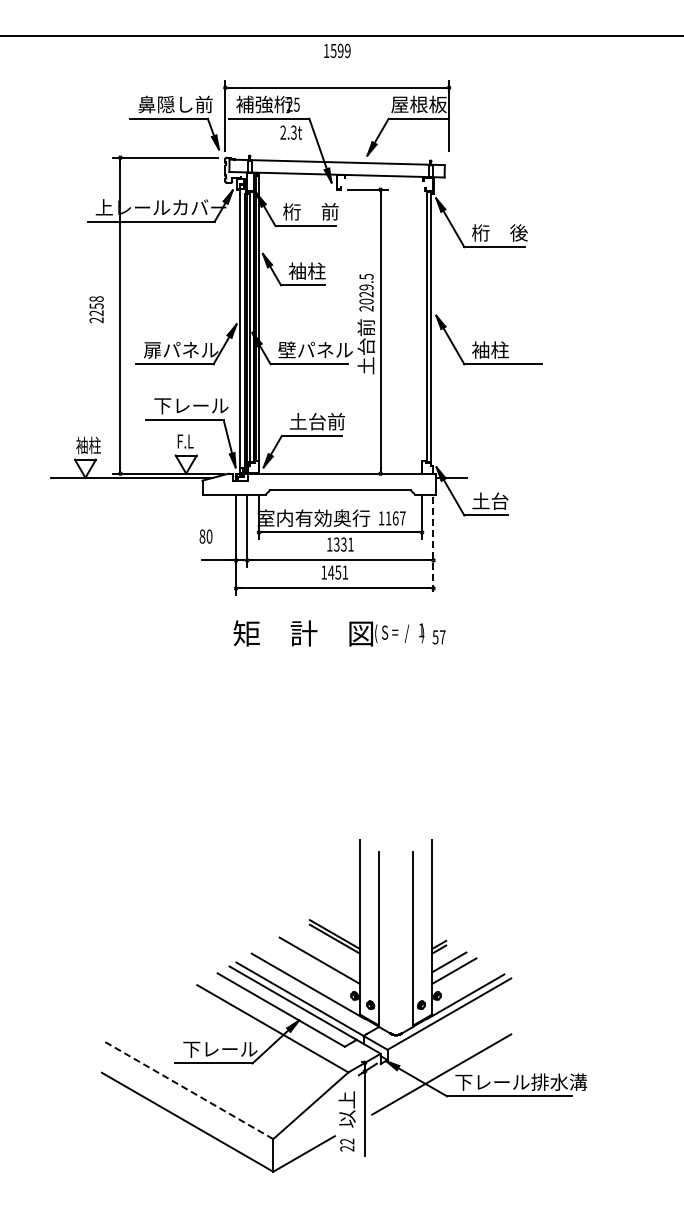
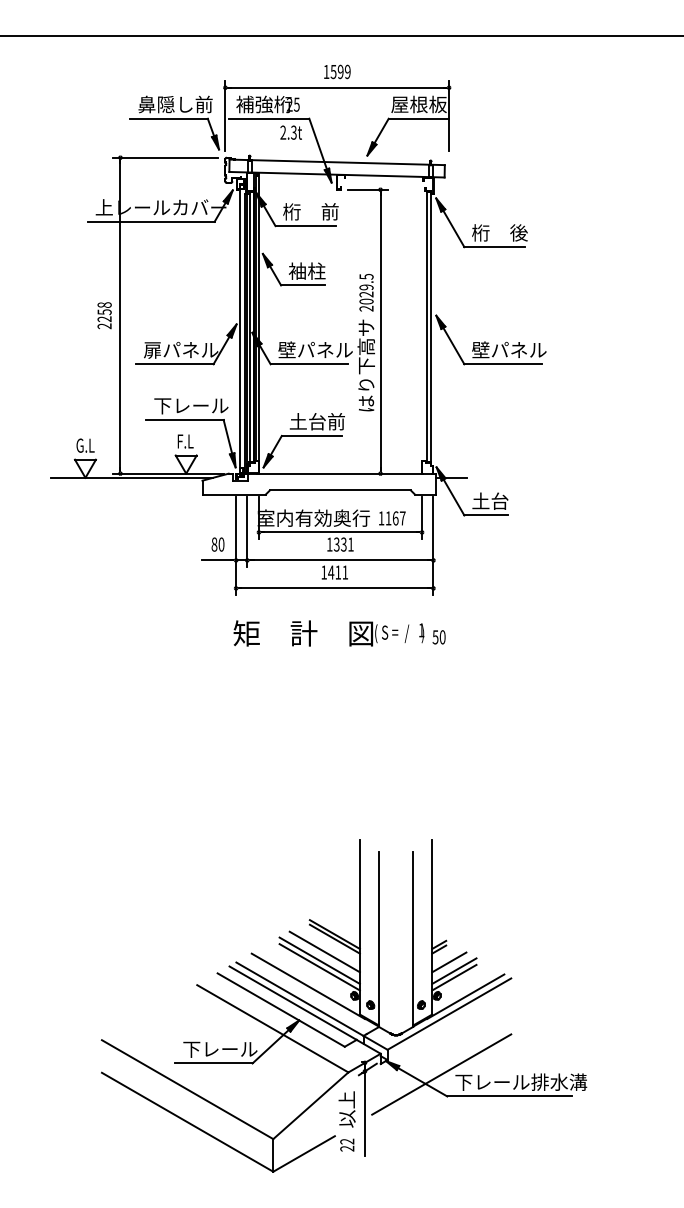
text at (337, 50) position: (337, 50) -> (337, 71)
text at (96, 309) position: (96, 309) -> (104, 315)
text at (509, 349): 袖柱 -> 壁パネル
text at (365, 365): 土台前 -> はり下高サ
text at (88, 445): 袖柱 -> G.L
text at (205, 536) position: (205, 536) -> (217, 544)
line at (433, 546): dashed -> solid
text at (338, 572): 1451 -> 1411
text at (442, 637): 57 -> 50
line at (324, 951): none -> present
line at (319, 967): none -> present
line at (454, 977): none -> present
line at (187, 1089): dashed -> solid
